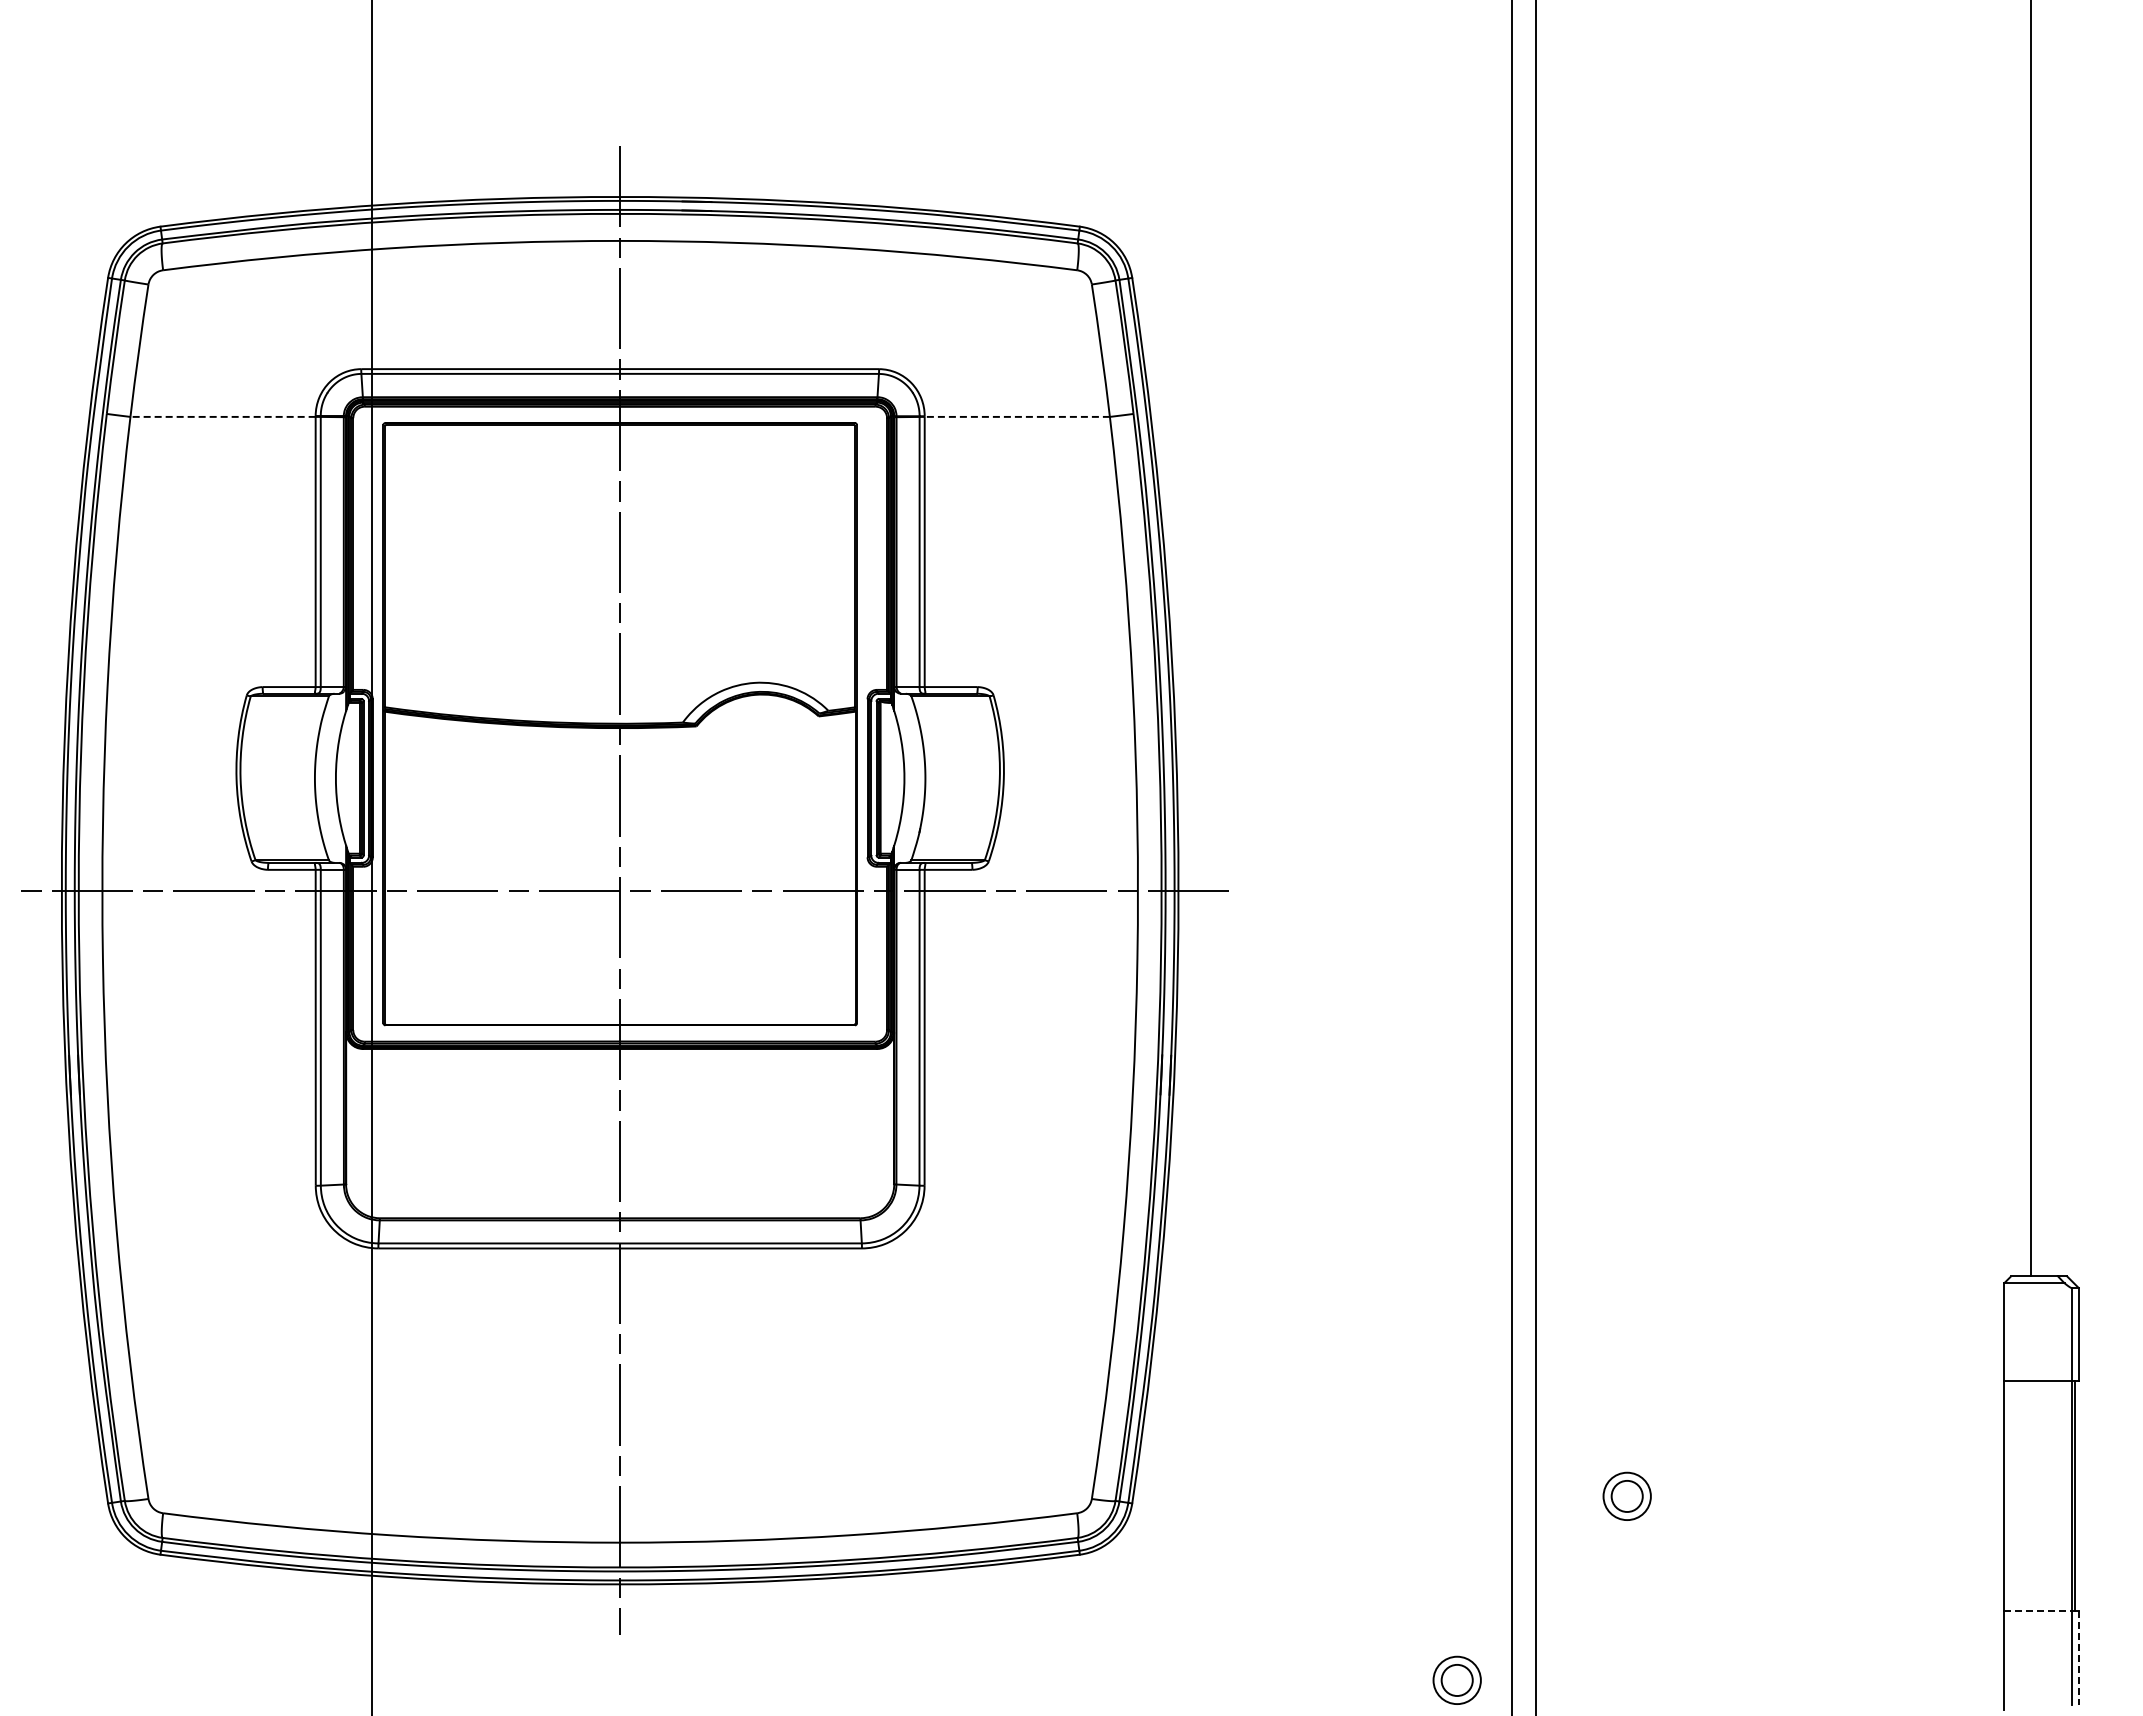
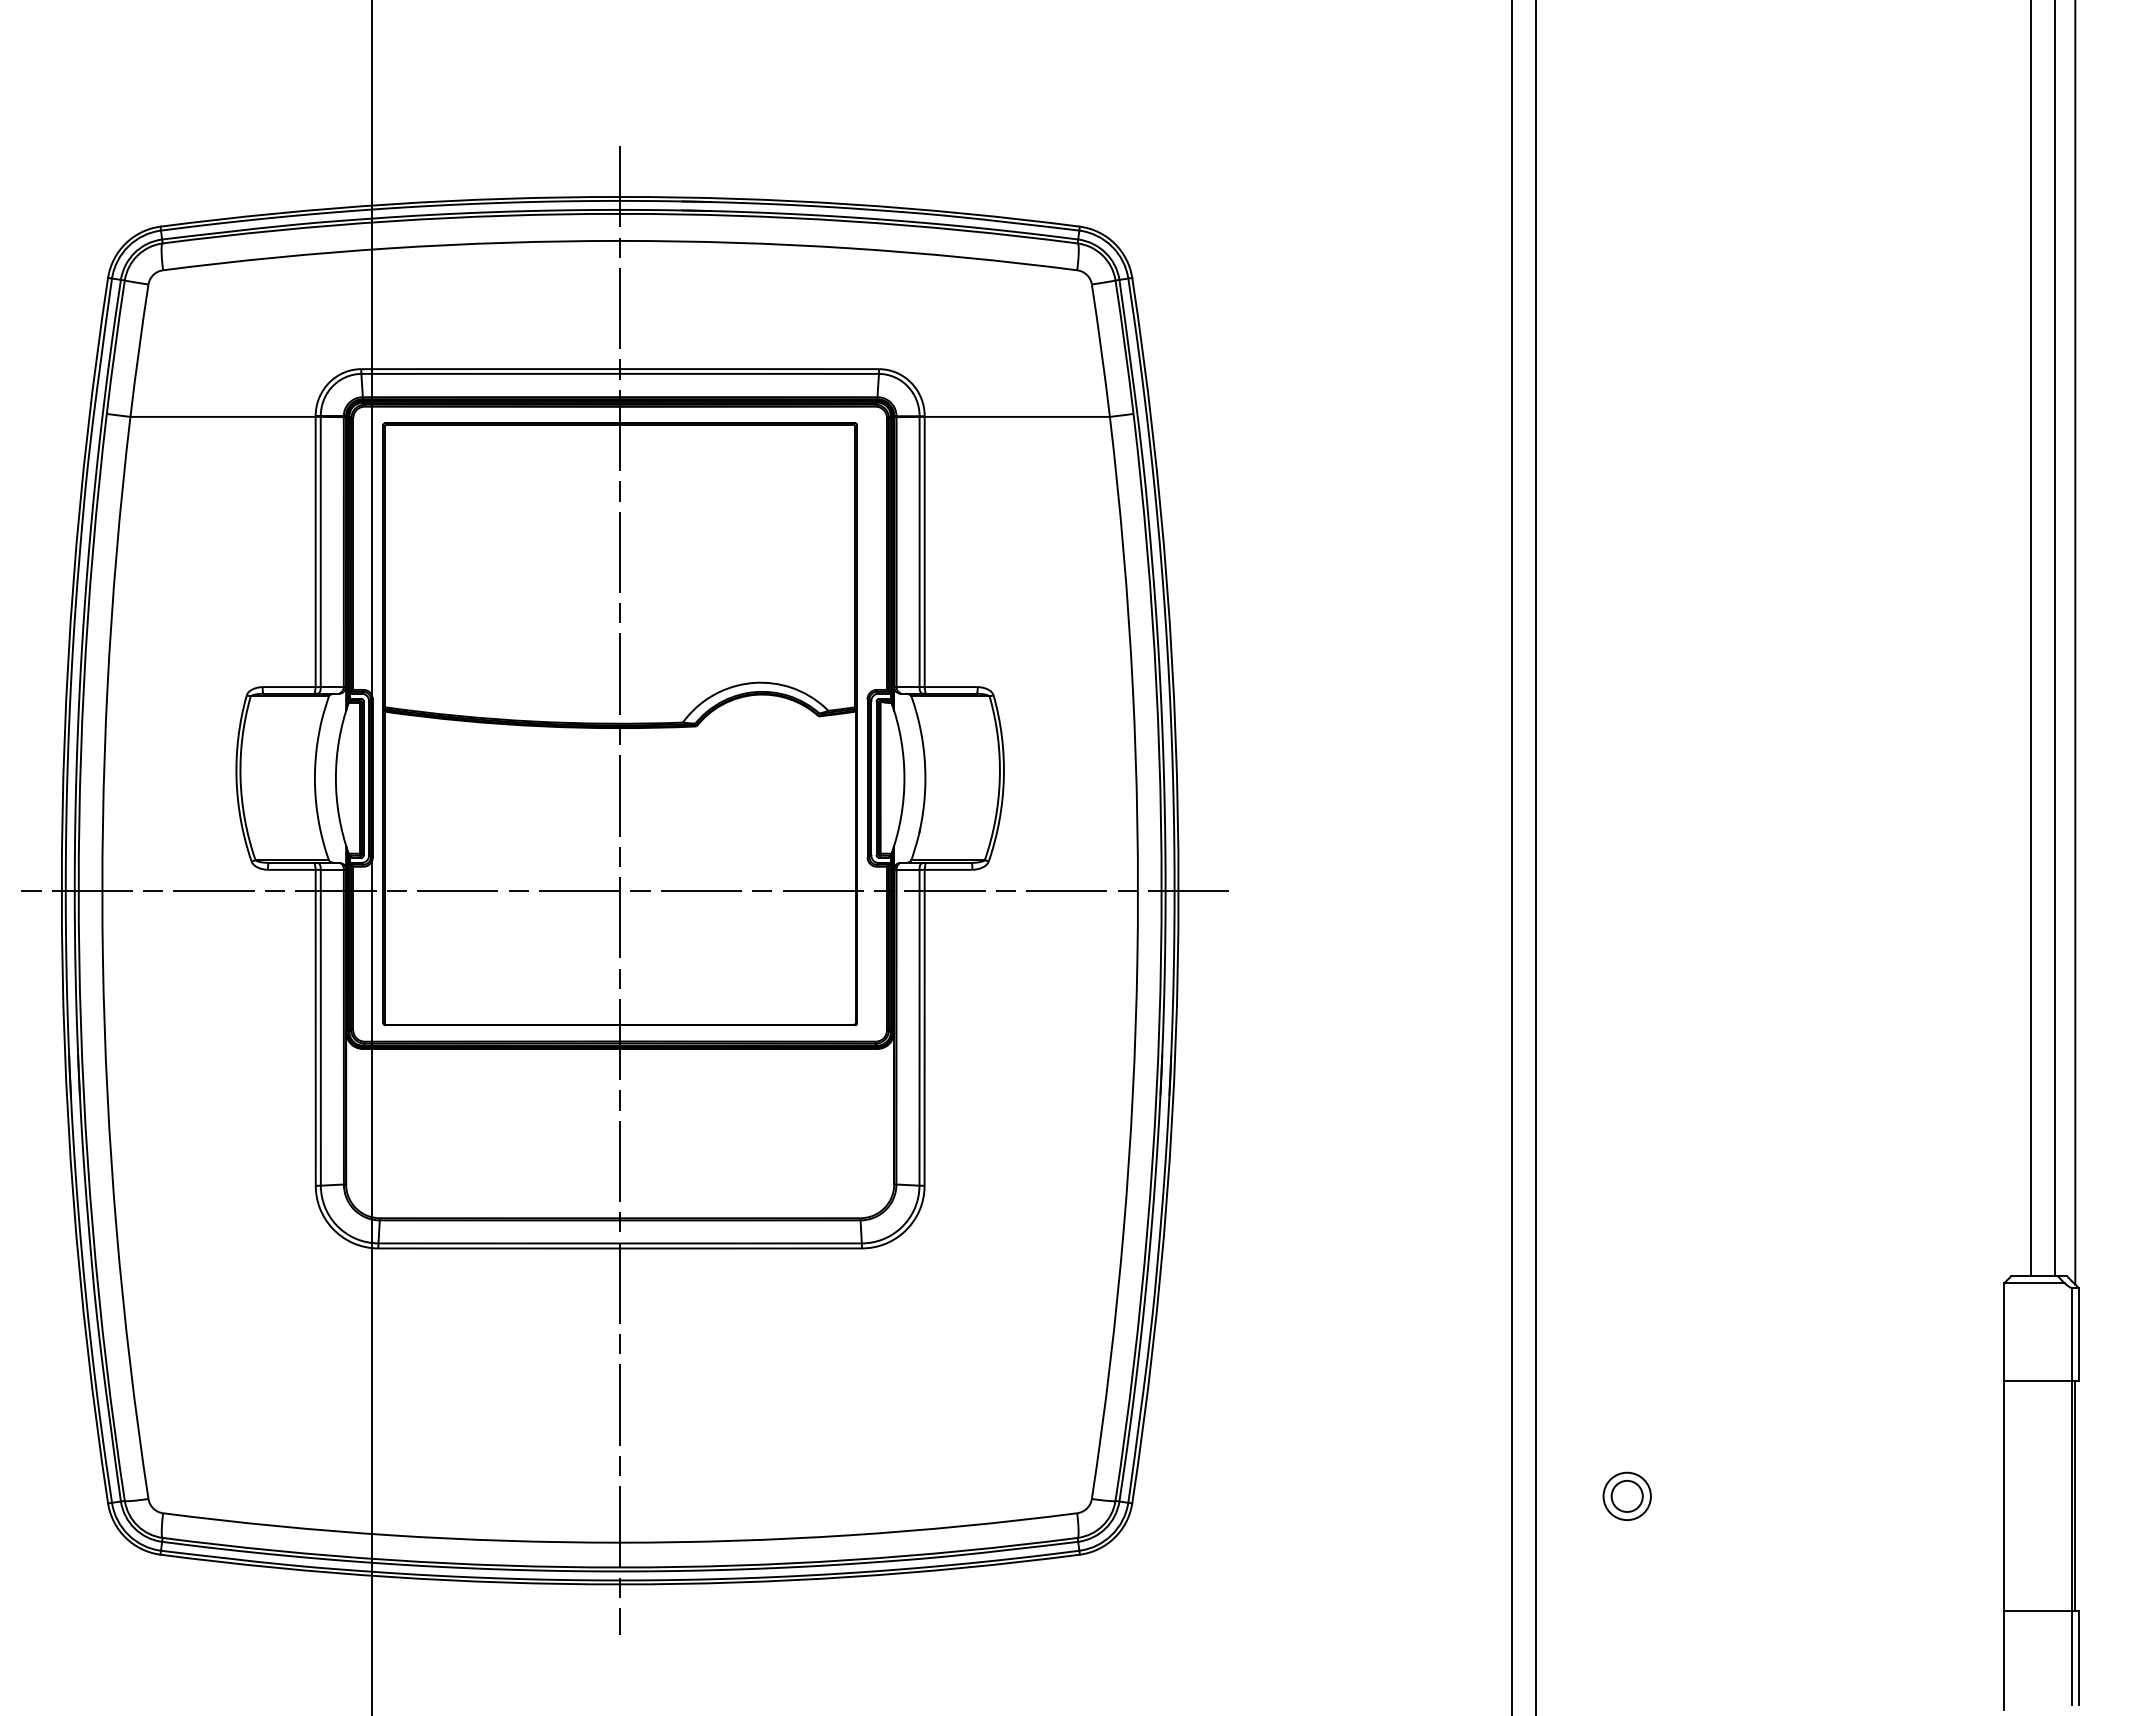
line at (223, 416): dashed -> solid
line at (1017, 416): dashed -> solid
line at (2055, 639): none -> present
line at (2075, 643): none -> present
line at (2037, 1611): dashed -> solid
line at (2078, 1658): dashed -> solid
part at (1456, 1679): present -> none
